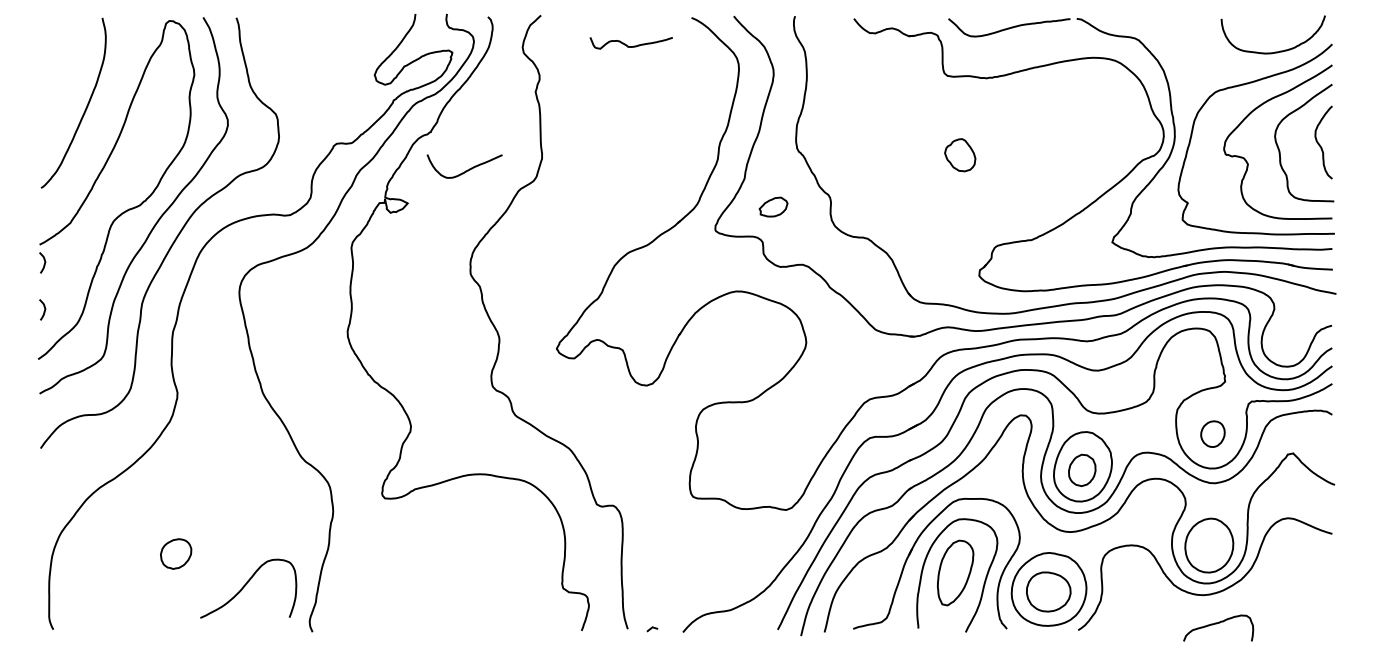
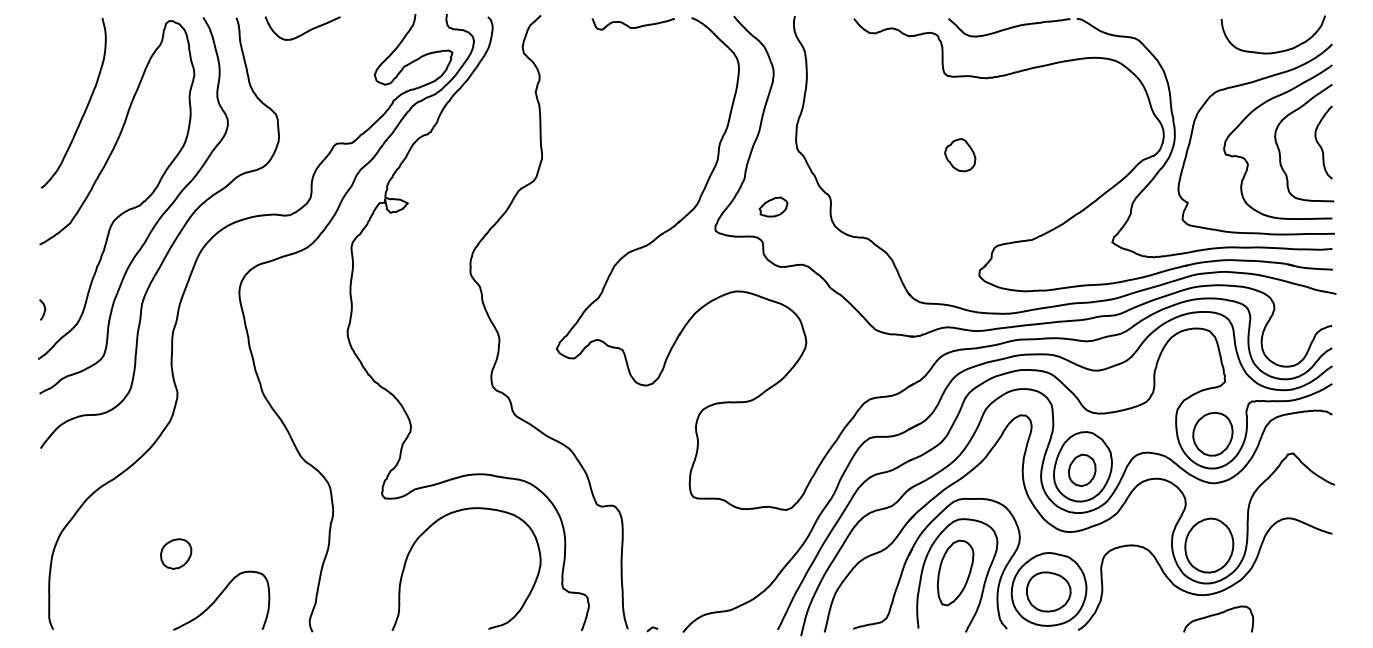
curve at (628, 45) position: (628, 45) -> (630, 26)
curve at (465, 170) position: (465, 170) -> (303, 32)
curve at (44, 262): present -> none
part at (1212, 433) size: 26x28 px -> 42x46 px
curve at (428, 529): none -> present
curve at (246, 585) position: (246, 585) -> (219, 597)
curve at (1216, 624) position: (1216, 624) -> (1216, 615)
